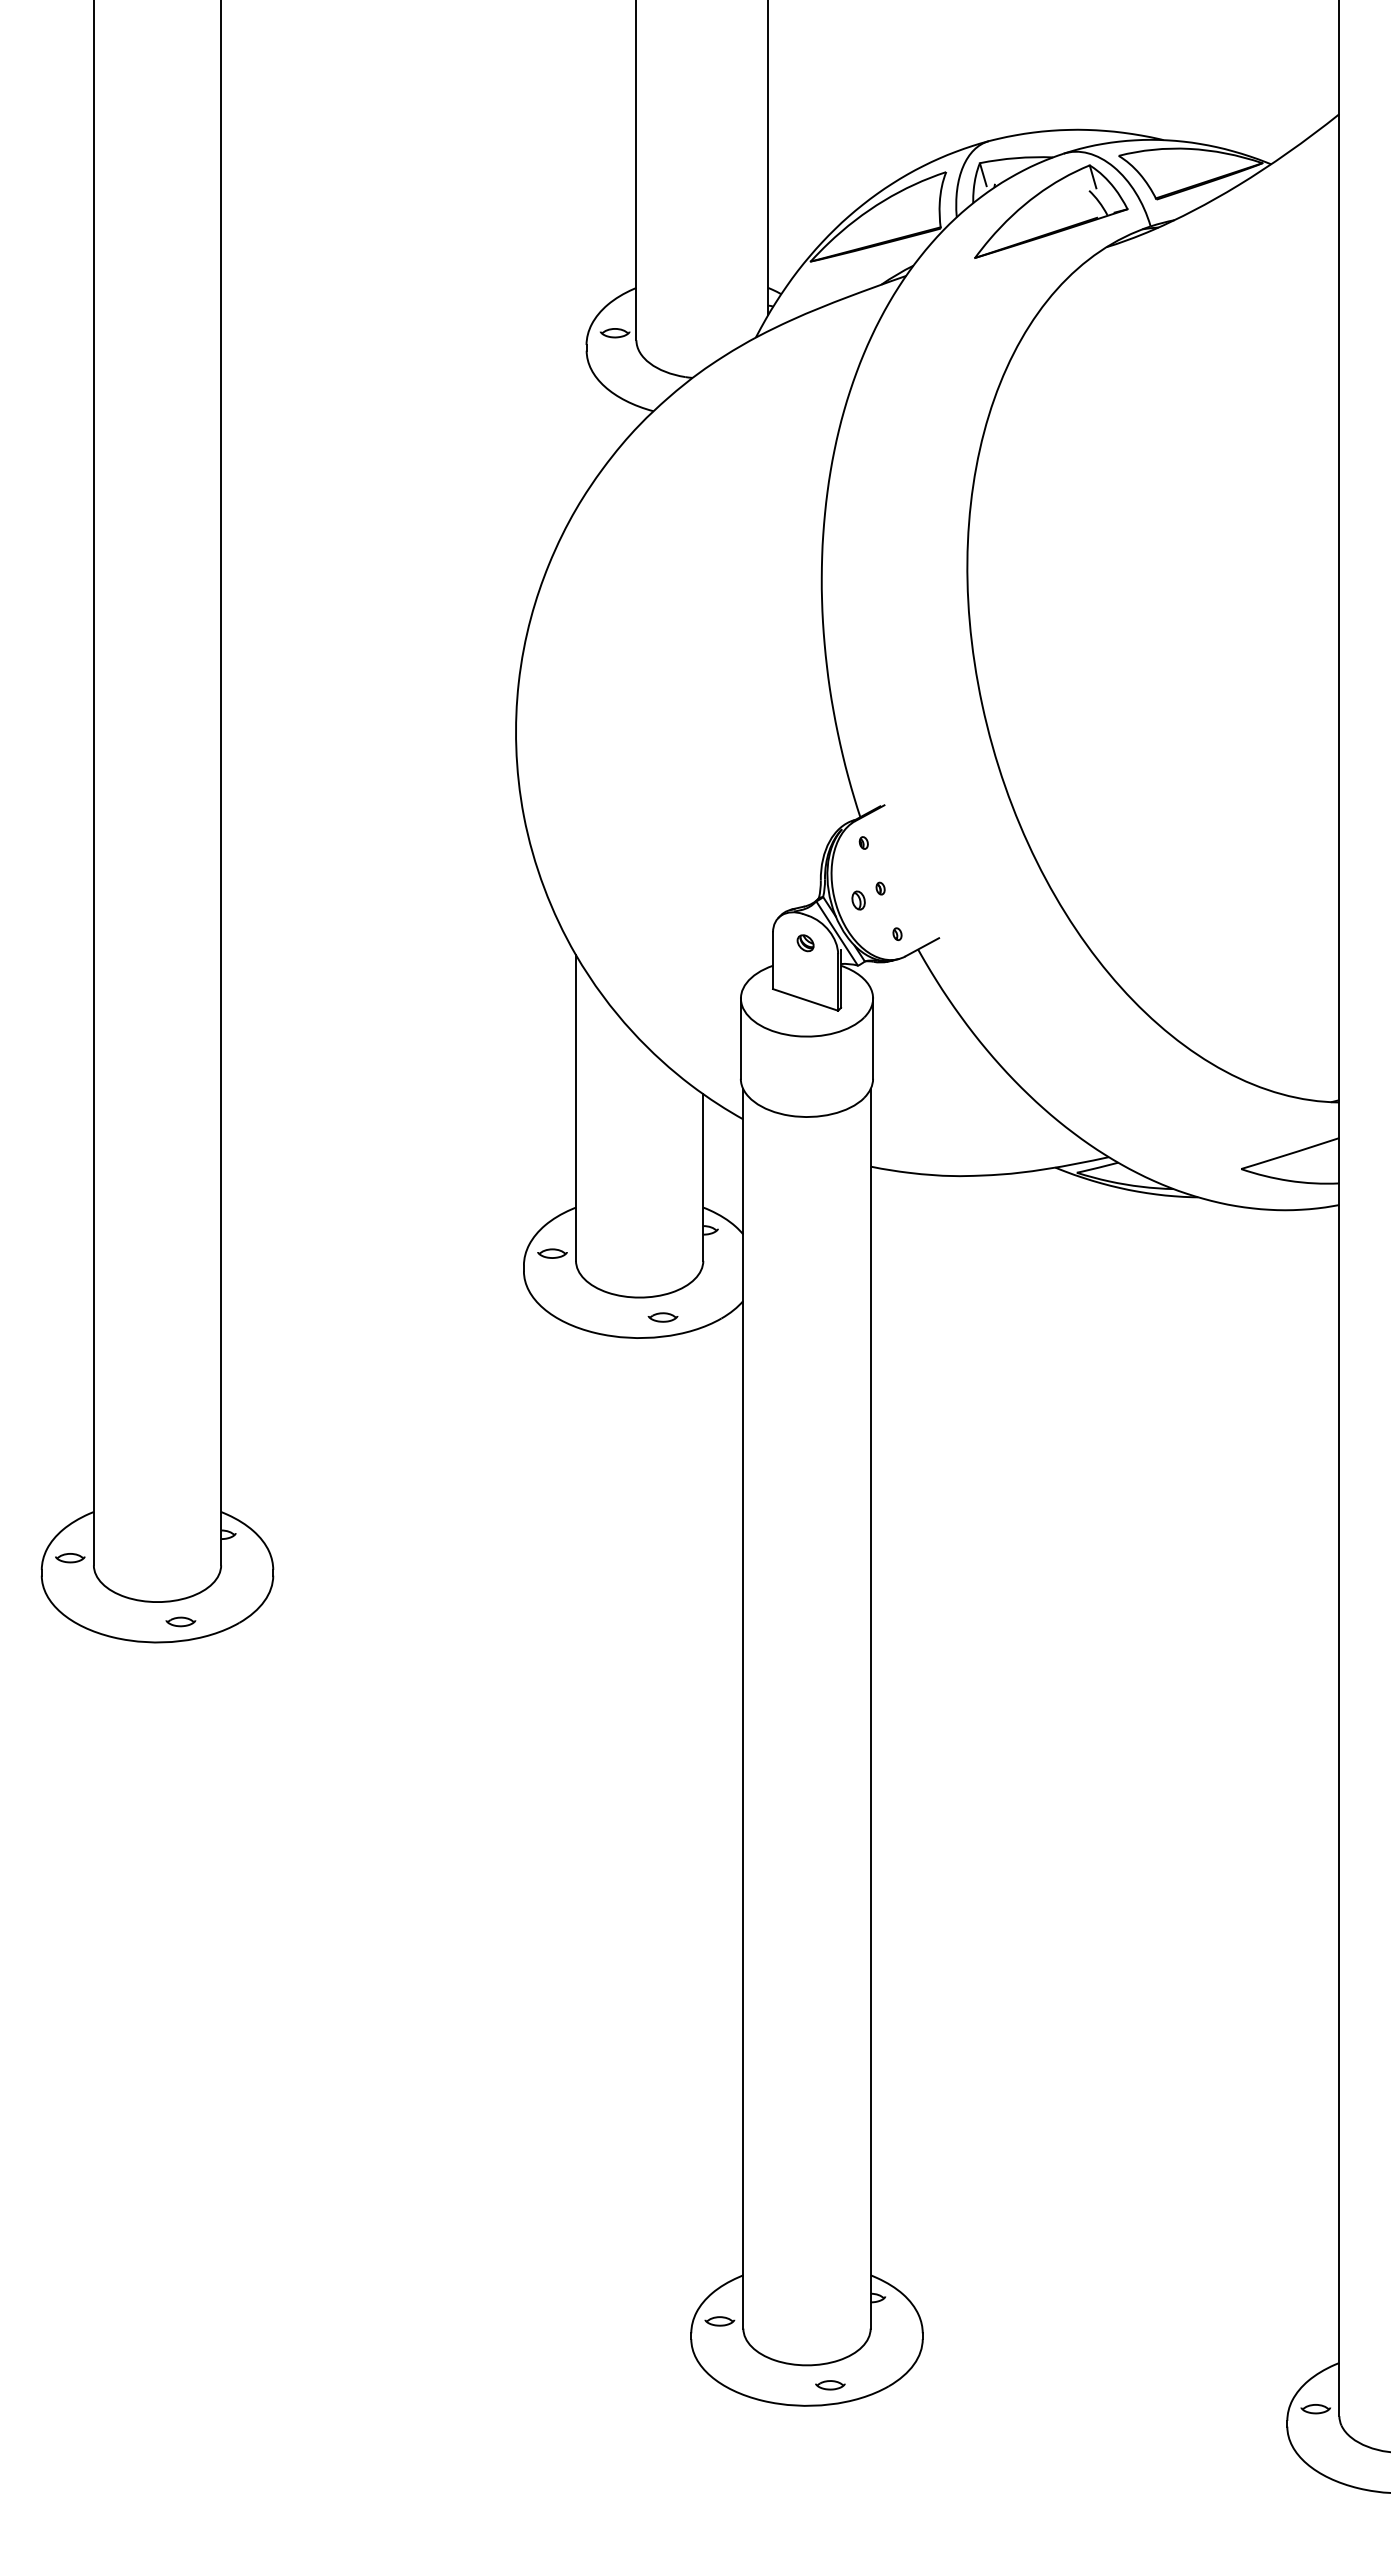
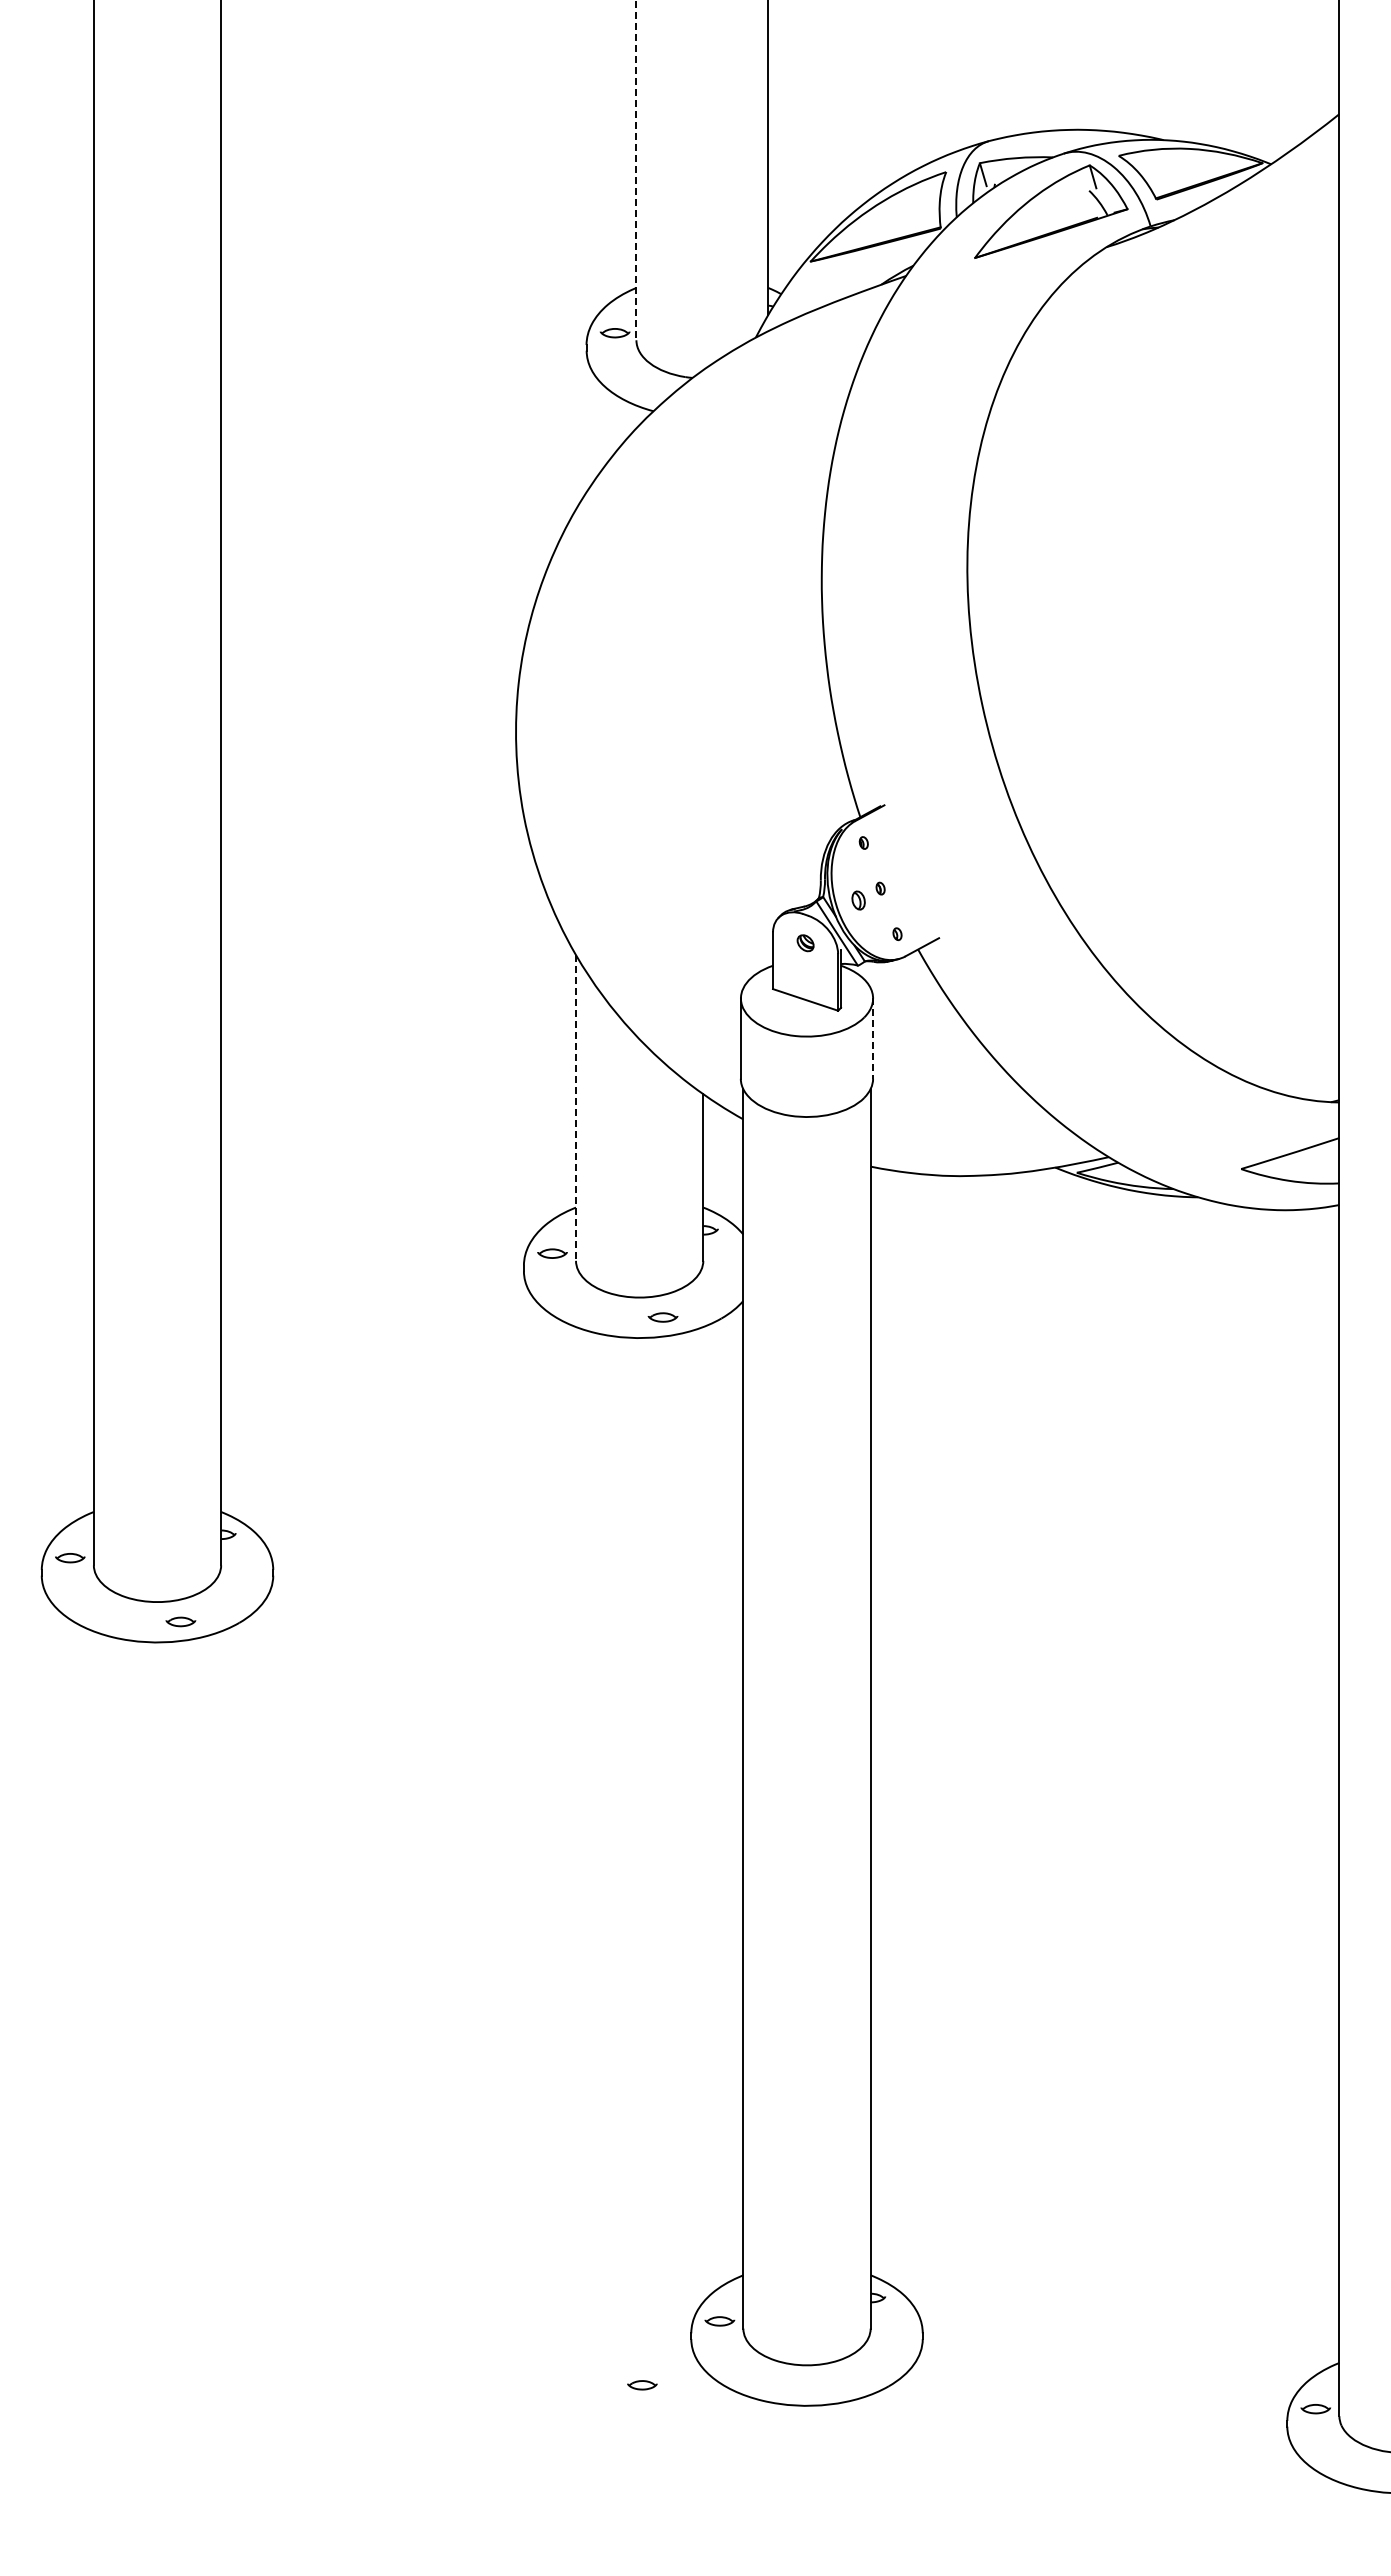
line at (636, 170): solid -> dashed
line at (873, 1039): solid -> dashed
line at (576, 1108): solid -> dashed
part at (830, 2385) position: (830, 2385) -> (642, 2385)
